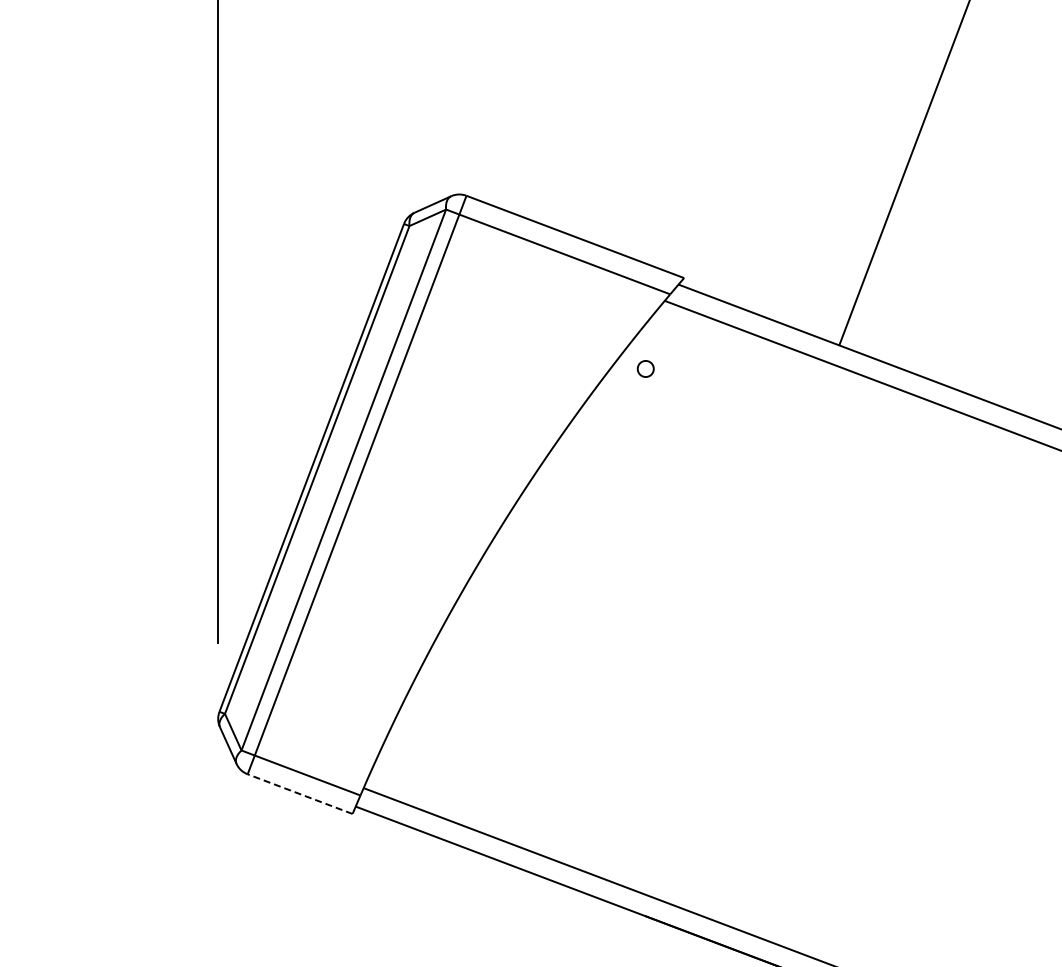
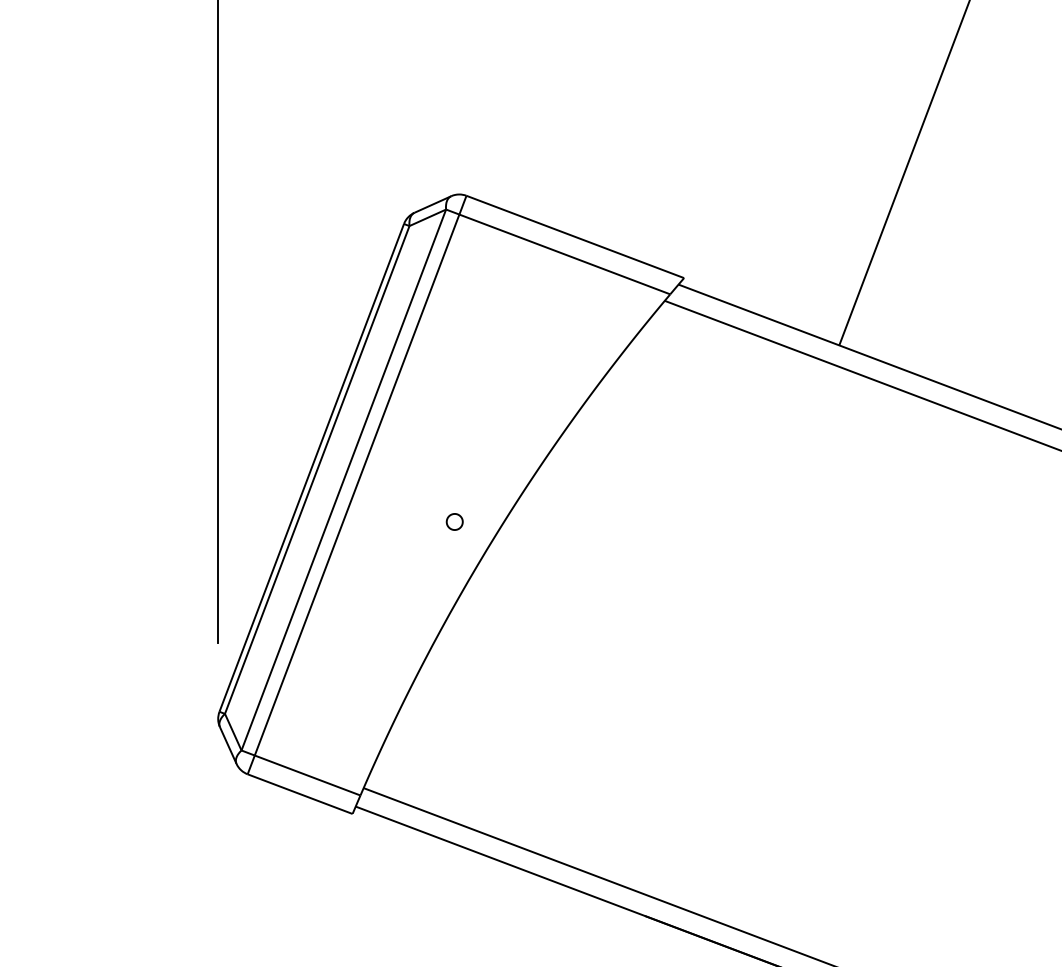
part at (645, 368) position: (645, 368) -> (454, 521)
line at (299, 793): dashed -> solid
